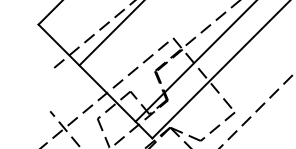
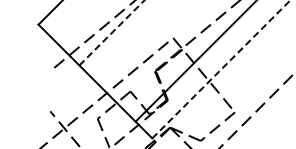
line at (112, 32): solid -> dashed
line at (221, 69): solid -> dashed
